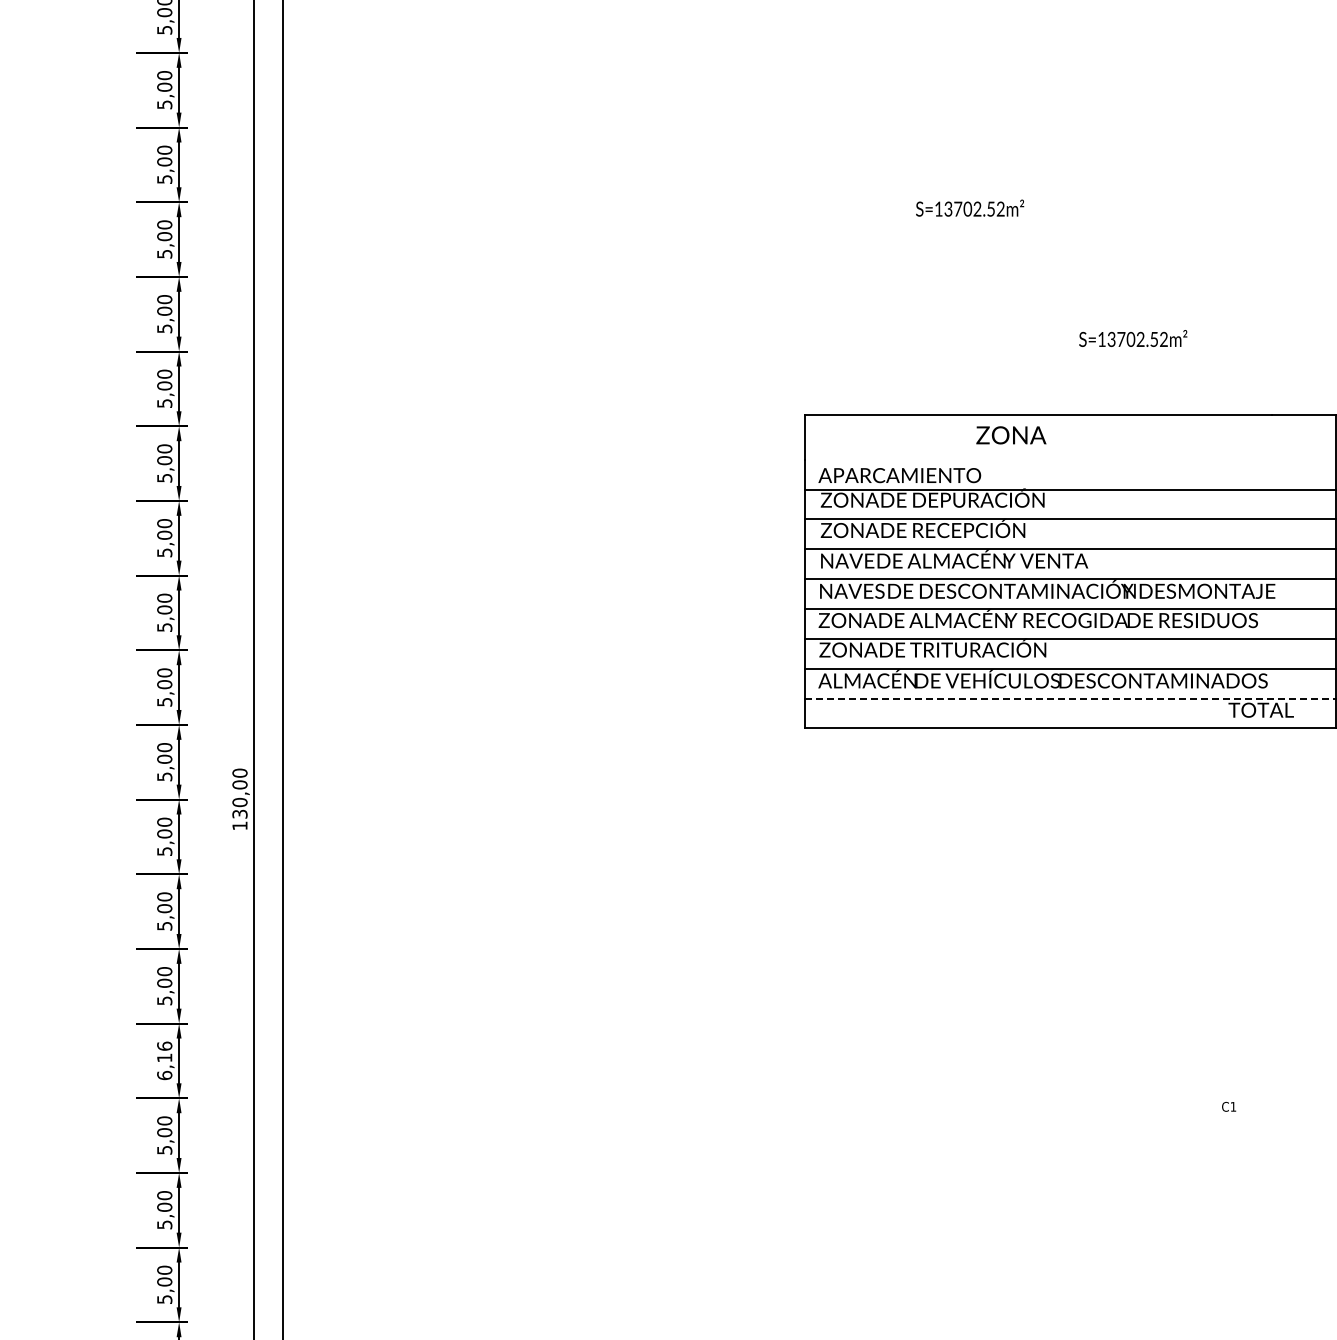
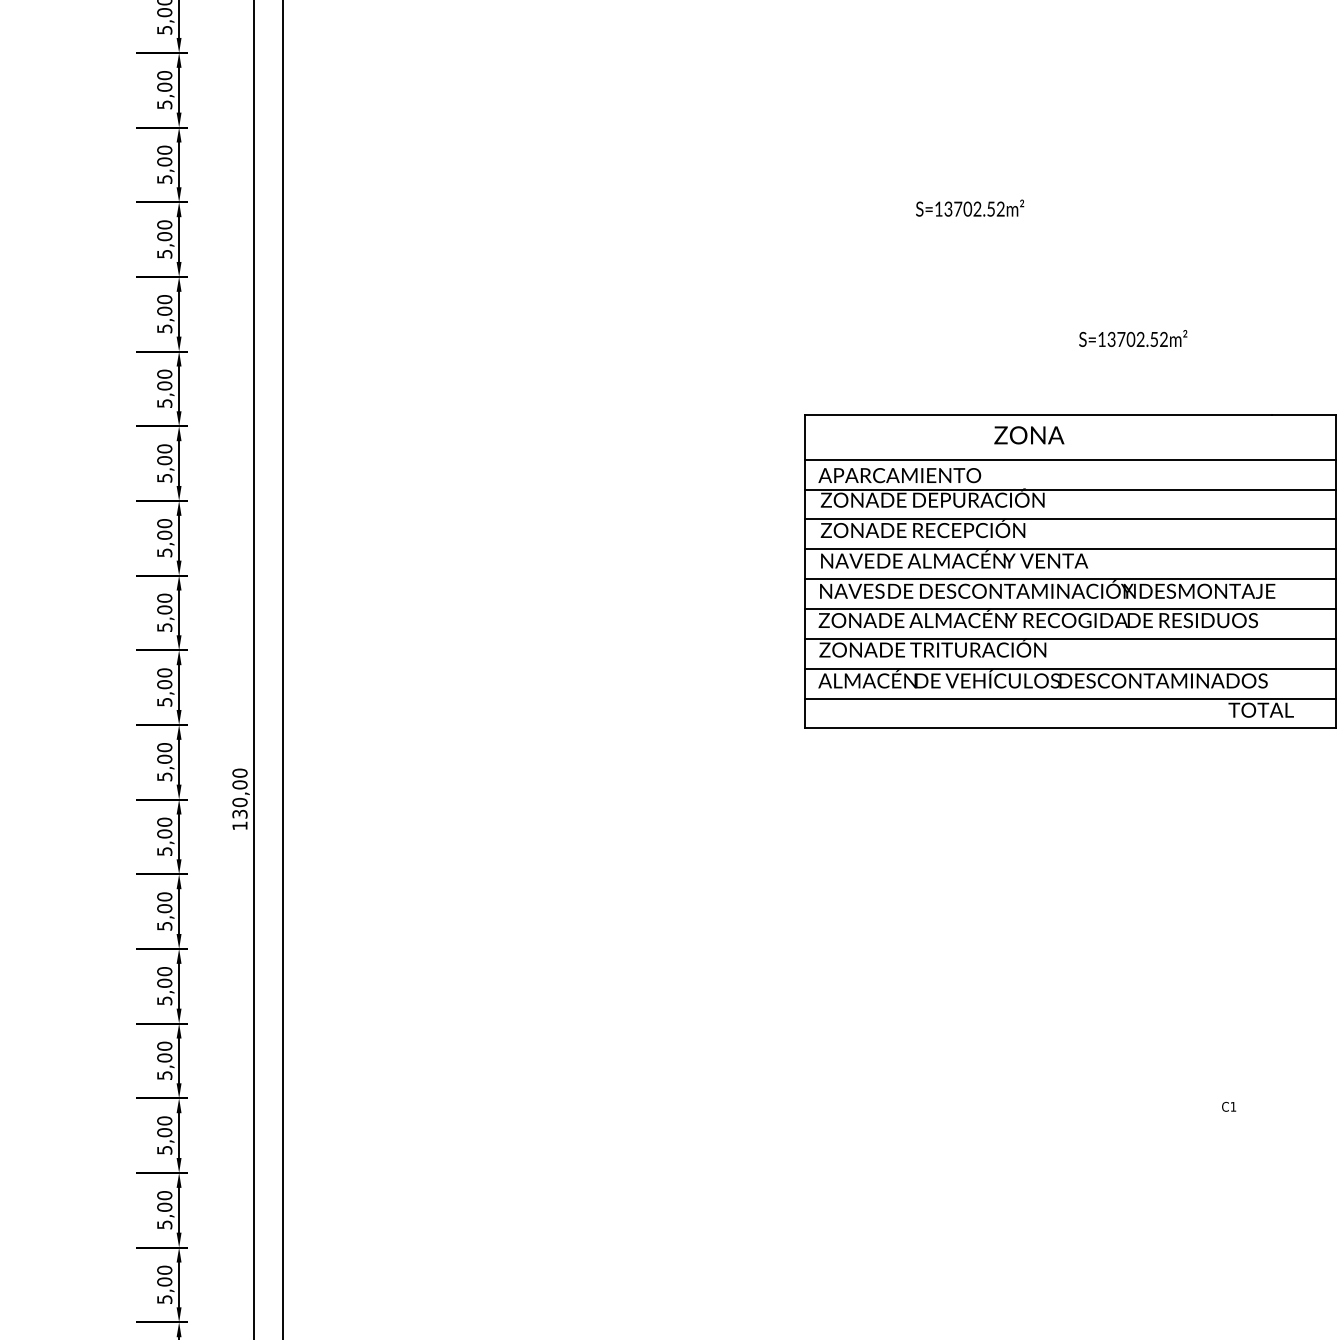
text at (1011, 435) position: (1011, 435) -> (1029, 435)
line at (1068, 459): none -> present
line at (1070, 698): dashed -> solid
text at (164, 1060): 6,16 -> 5,00
